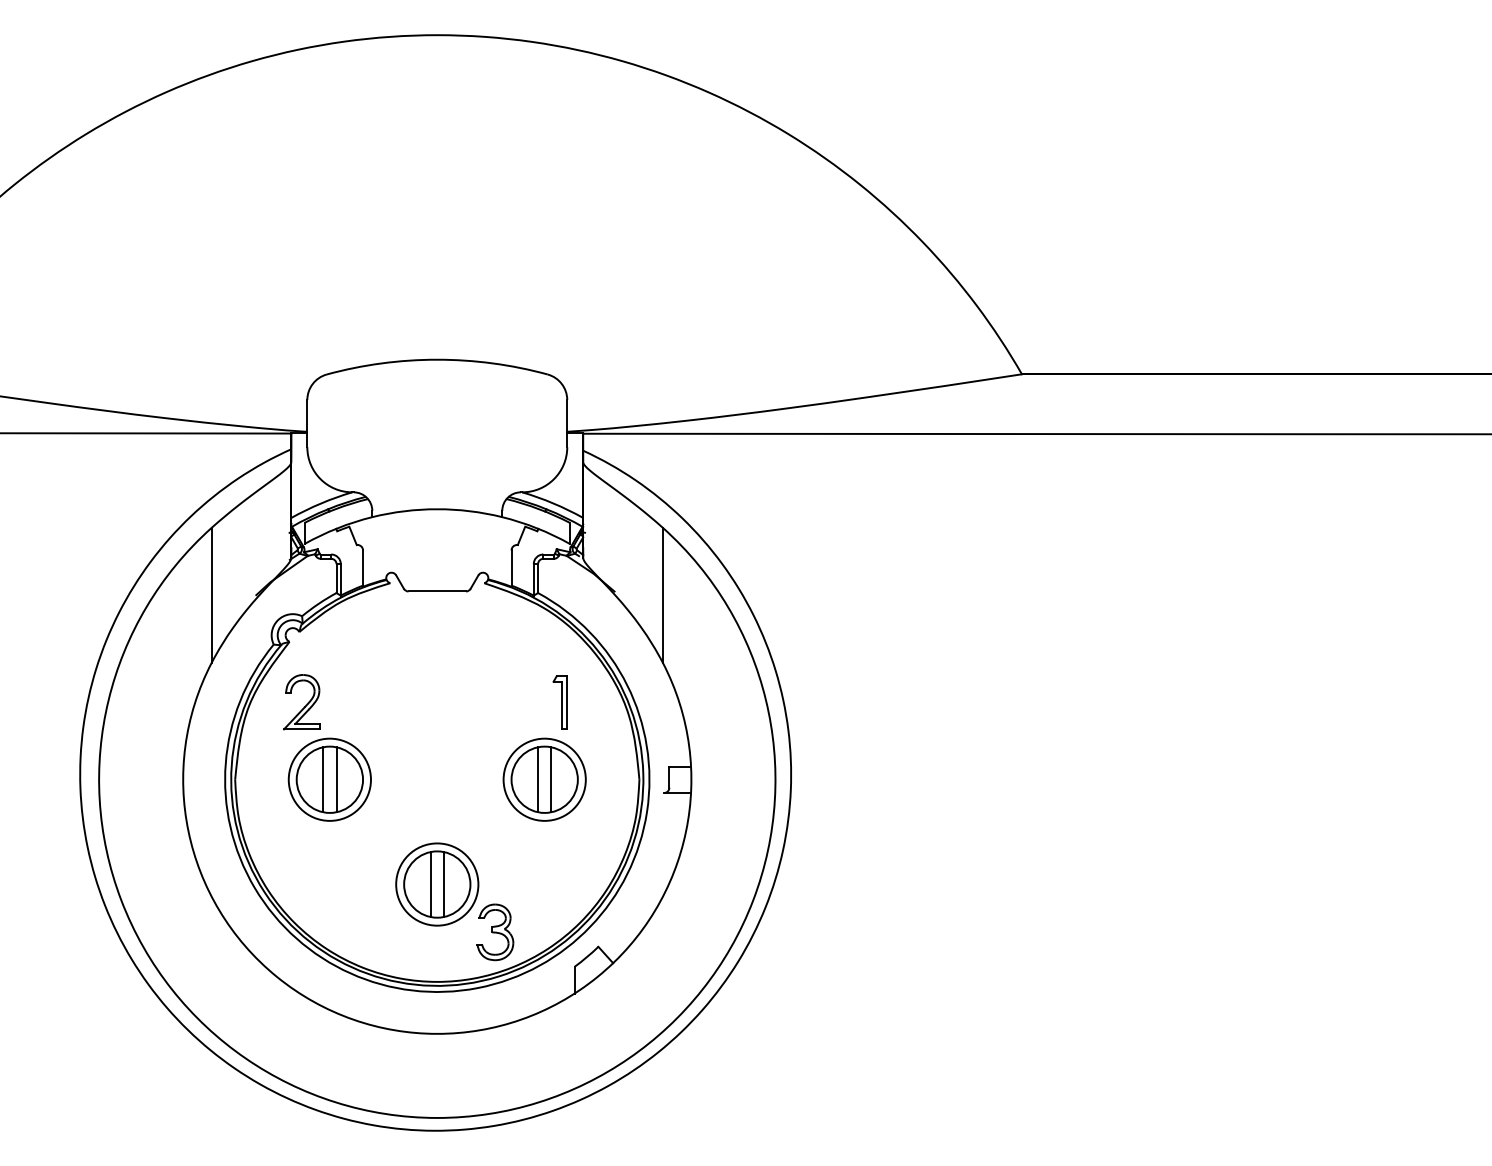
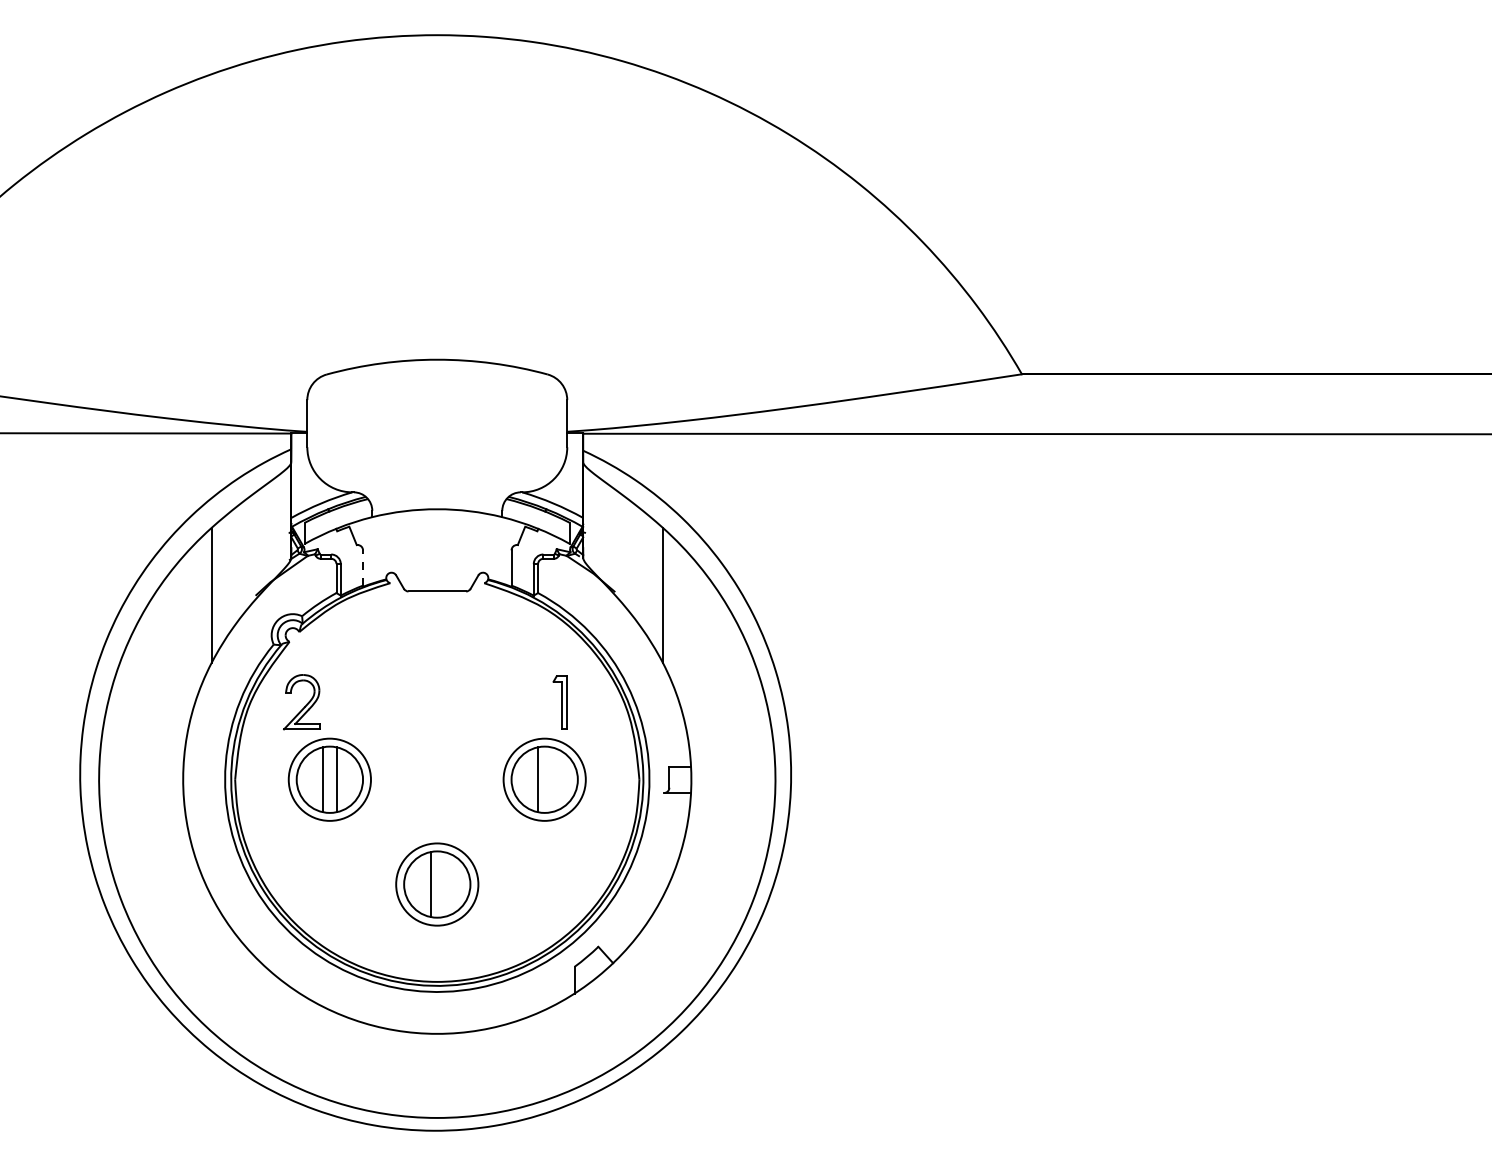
line at (363, 567): solid -> dashed
line at (551, 779): present -> none
line at (443, 884): present -> none
part at (495, 932): present -> none
